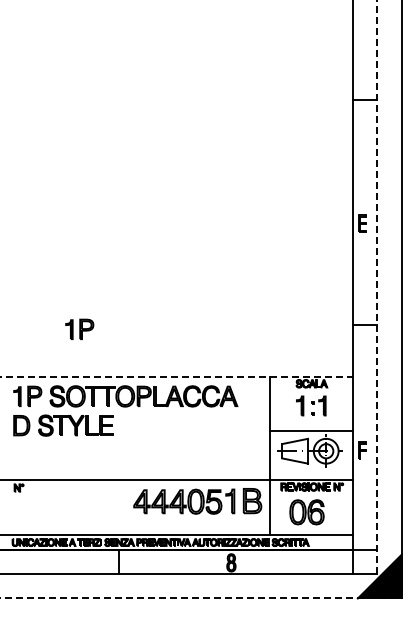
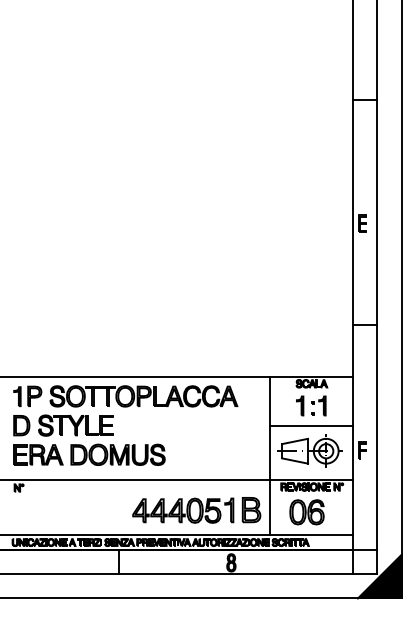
line at (377, 287): dashed -> solid
part at (79, 328): present -> none
line at (177, 376): dashed -> solid
line at (311, 431) position: (311, 431) -> (311, 426)
part at (89, 454): none -> present
part at (197, 501) position: (197, 501) -> (196, 510)
line at (201, 598): dashed -> solid
